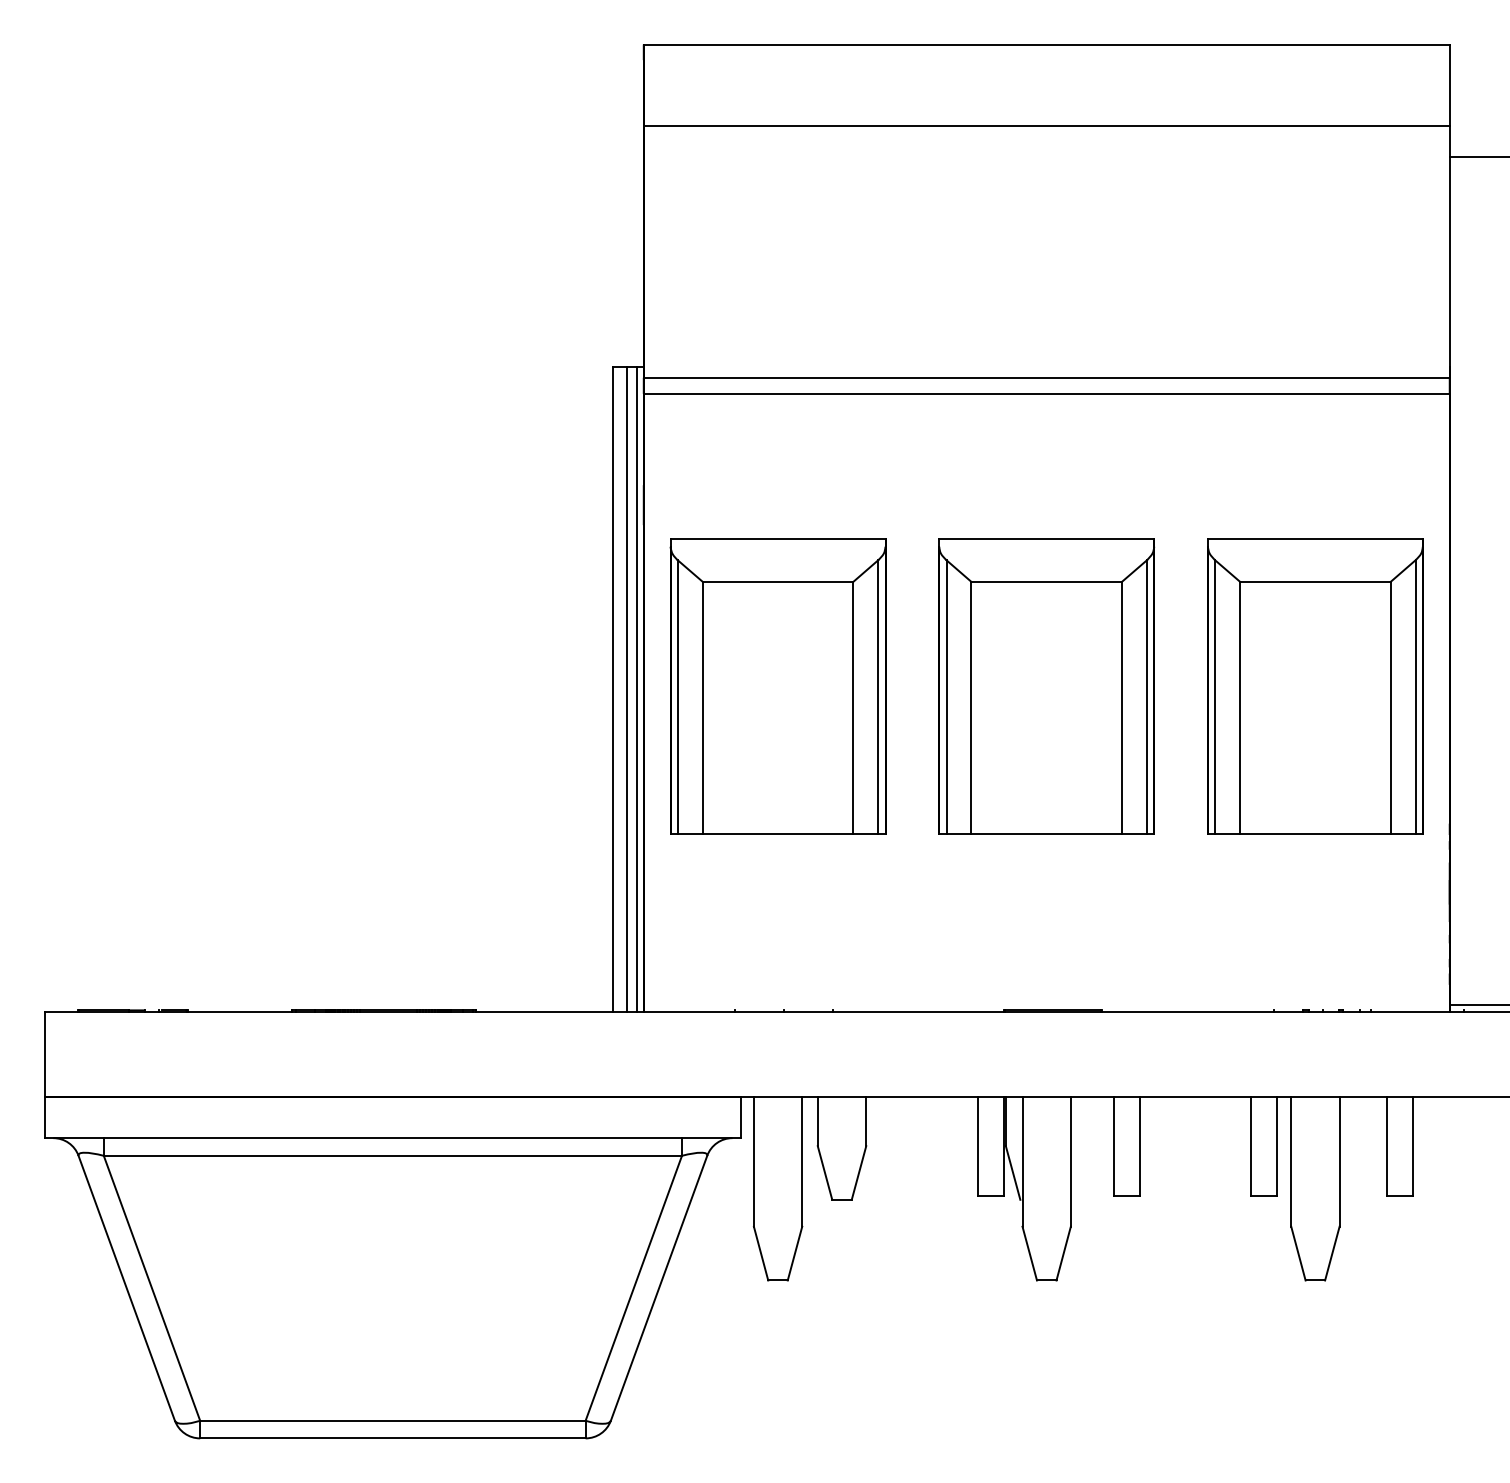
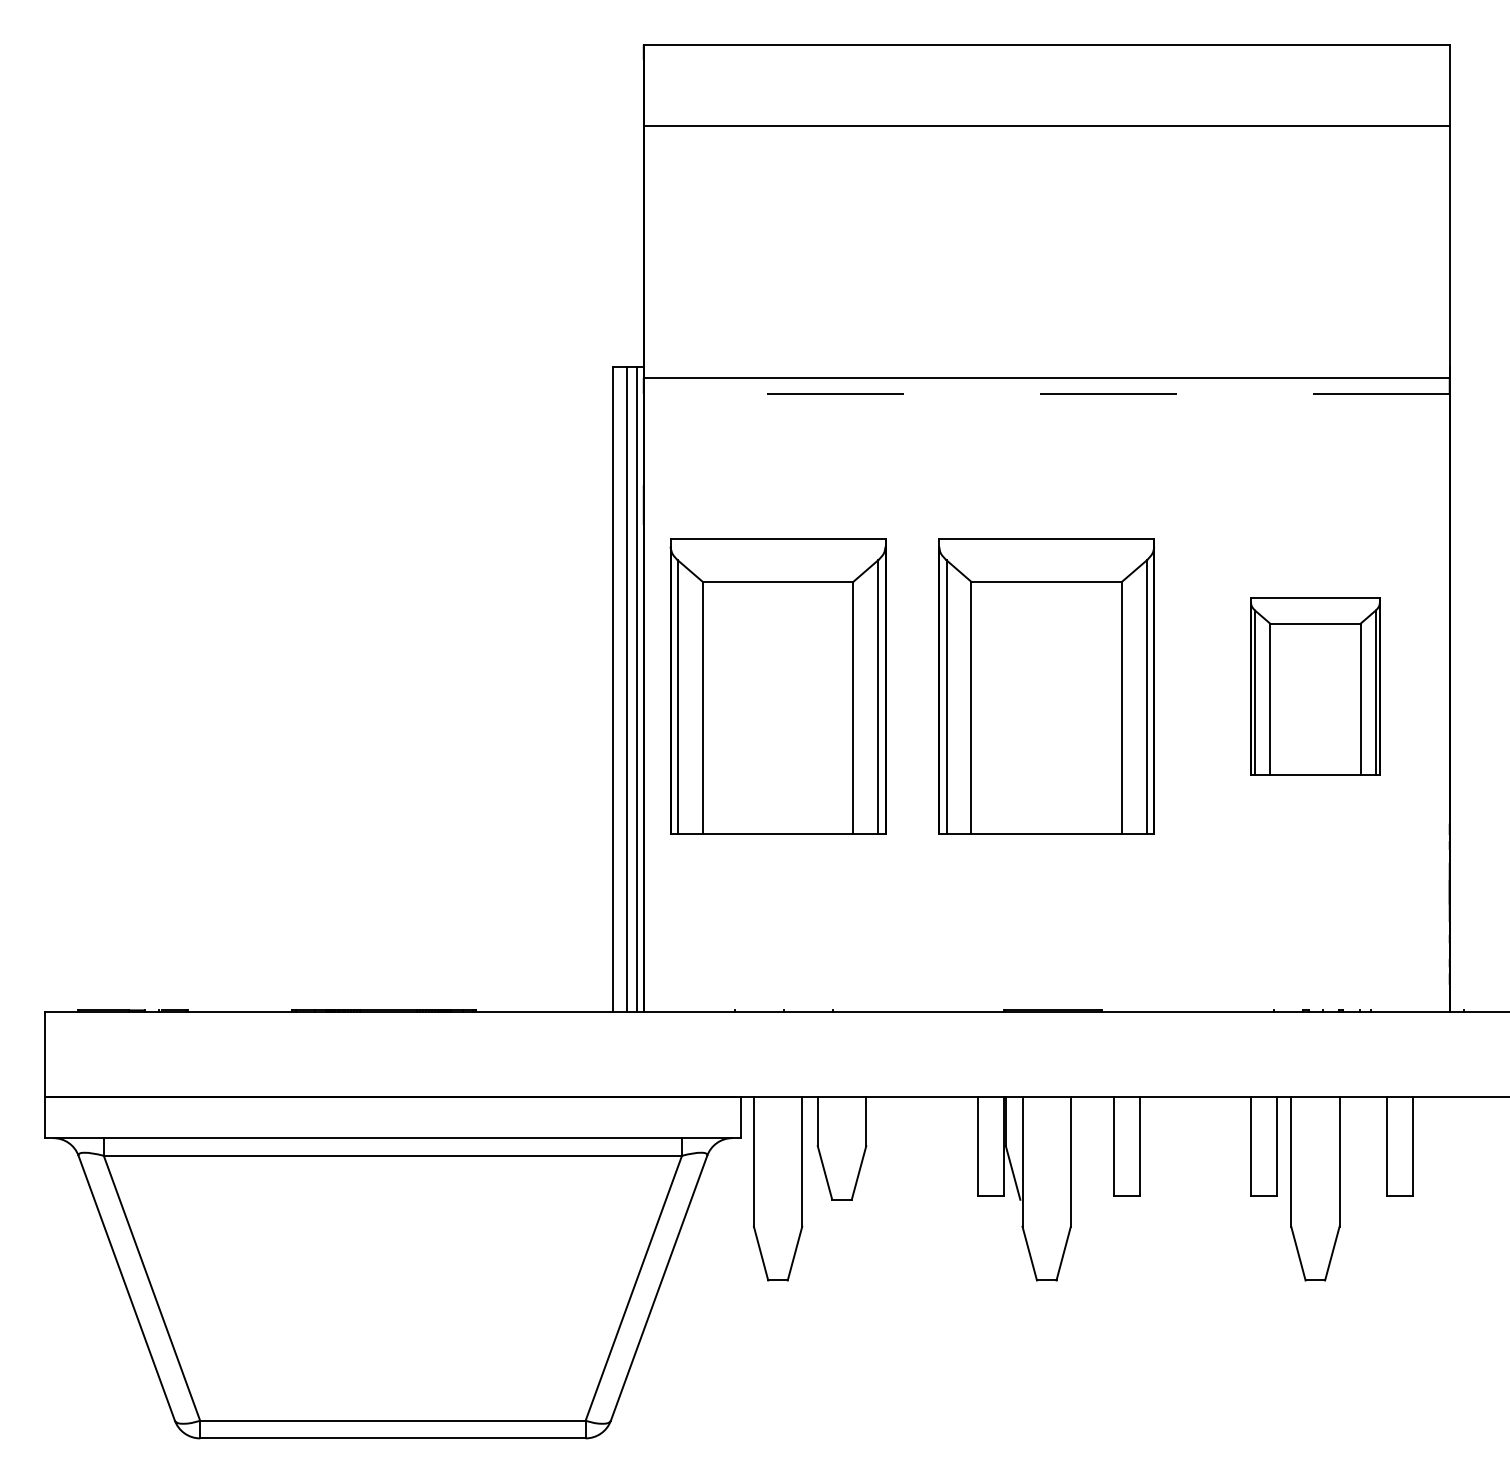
line at (1477, 157): present -> none
line at (1046, 393): solid -> dashed
part at (1315, 686) size: 217x297 px -> 131x179 px
line at (1477, 1004): present -> none
